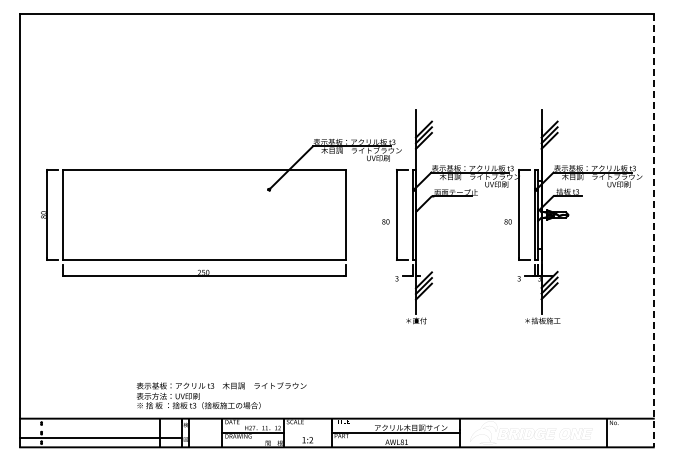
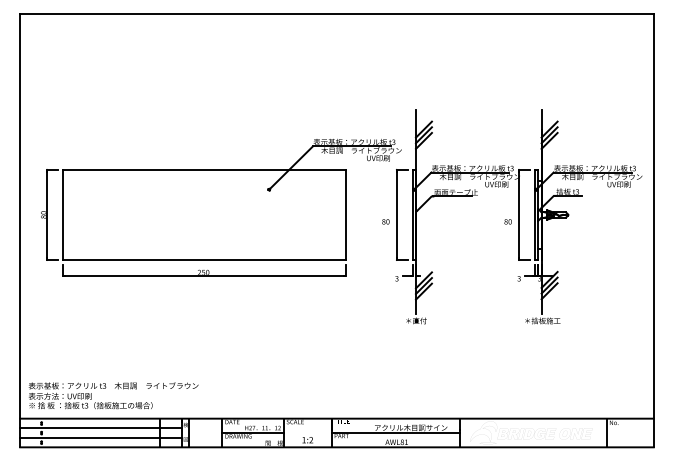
line at (653, 230): dashed -> solid
text at (221, 395) position: (221, 395) -> (113, 395)
line at (101, 428): none -> present
